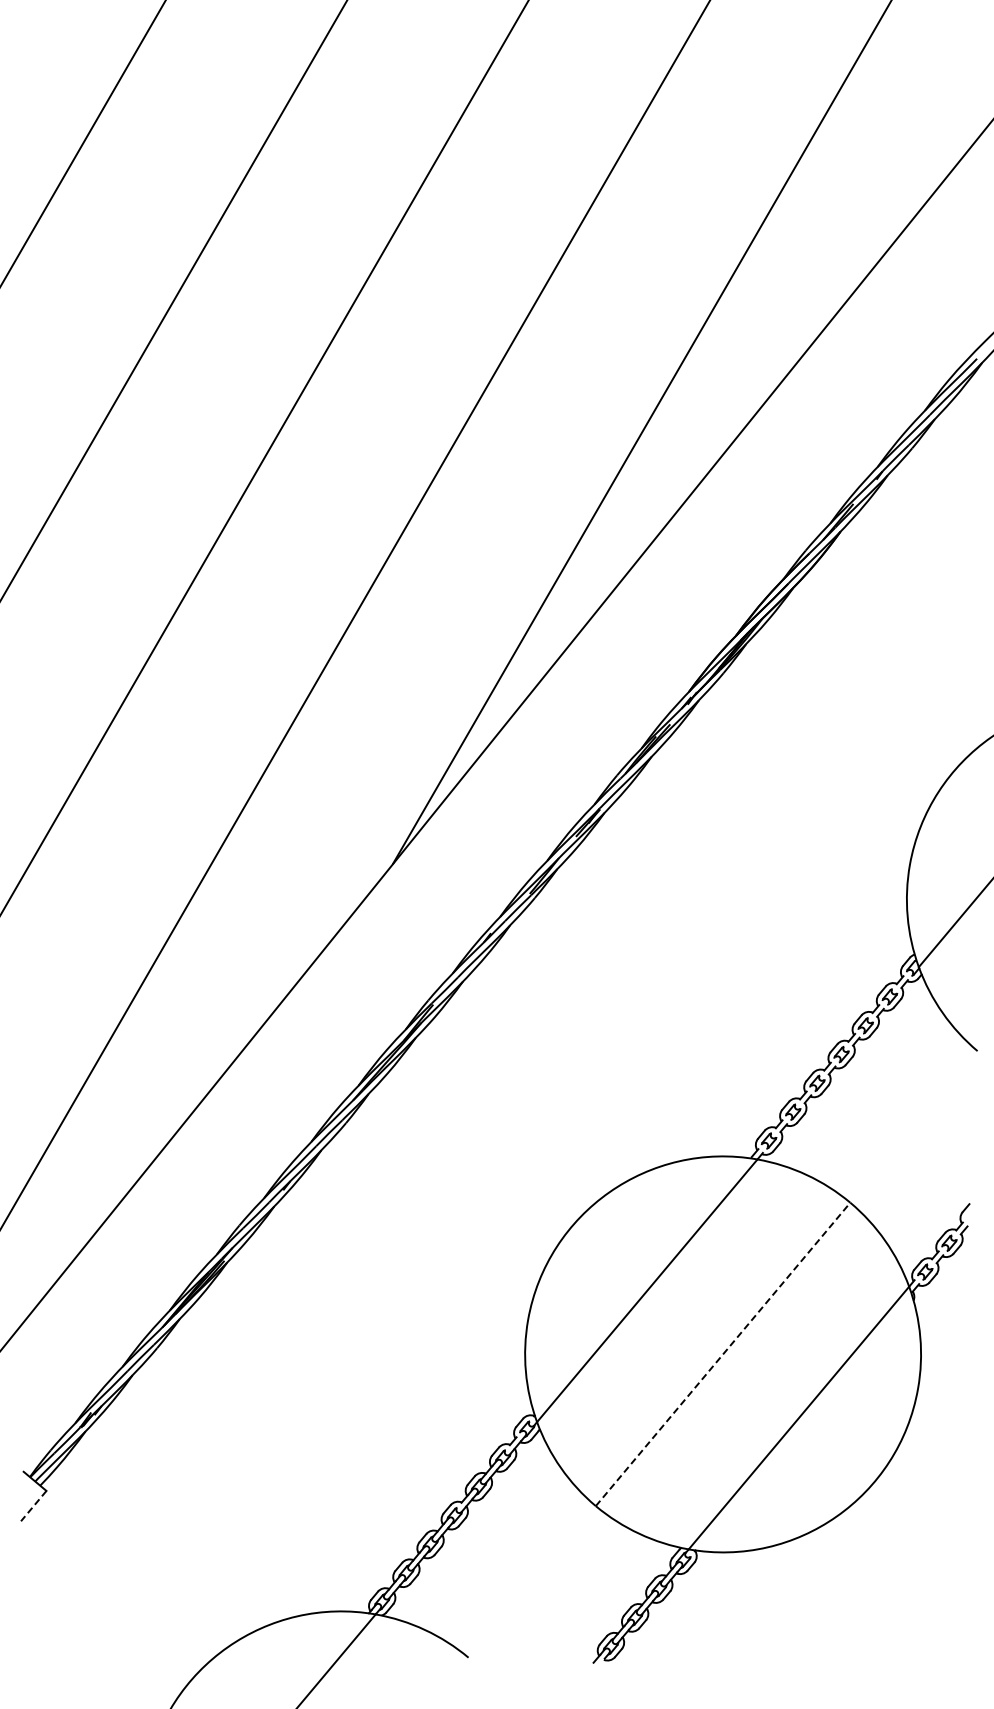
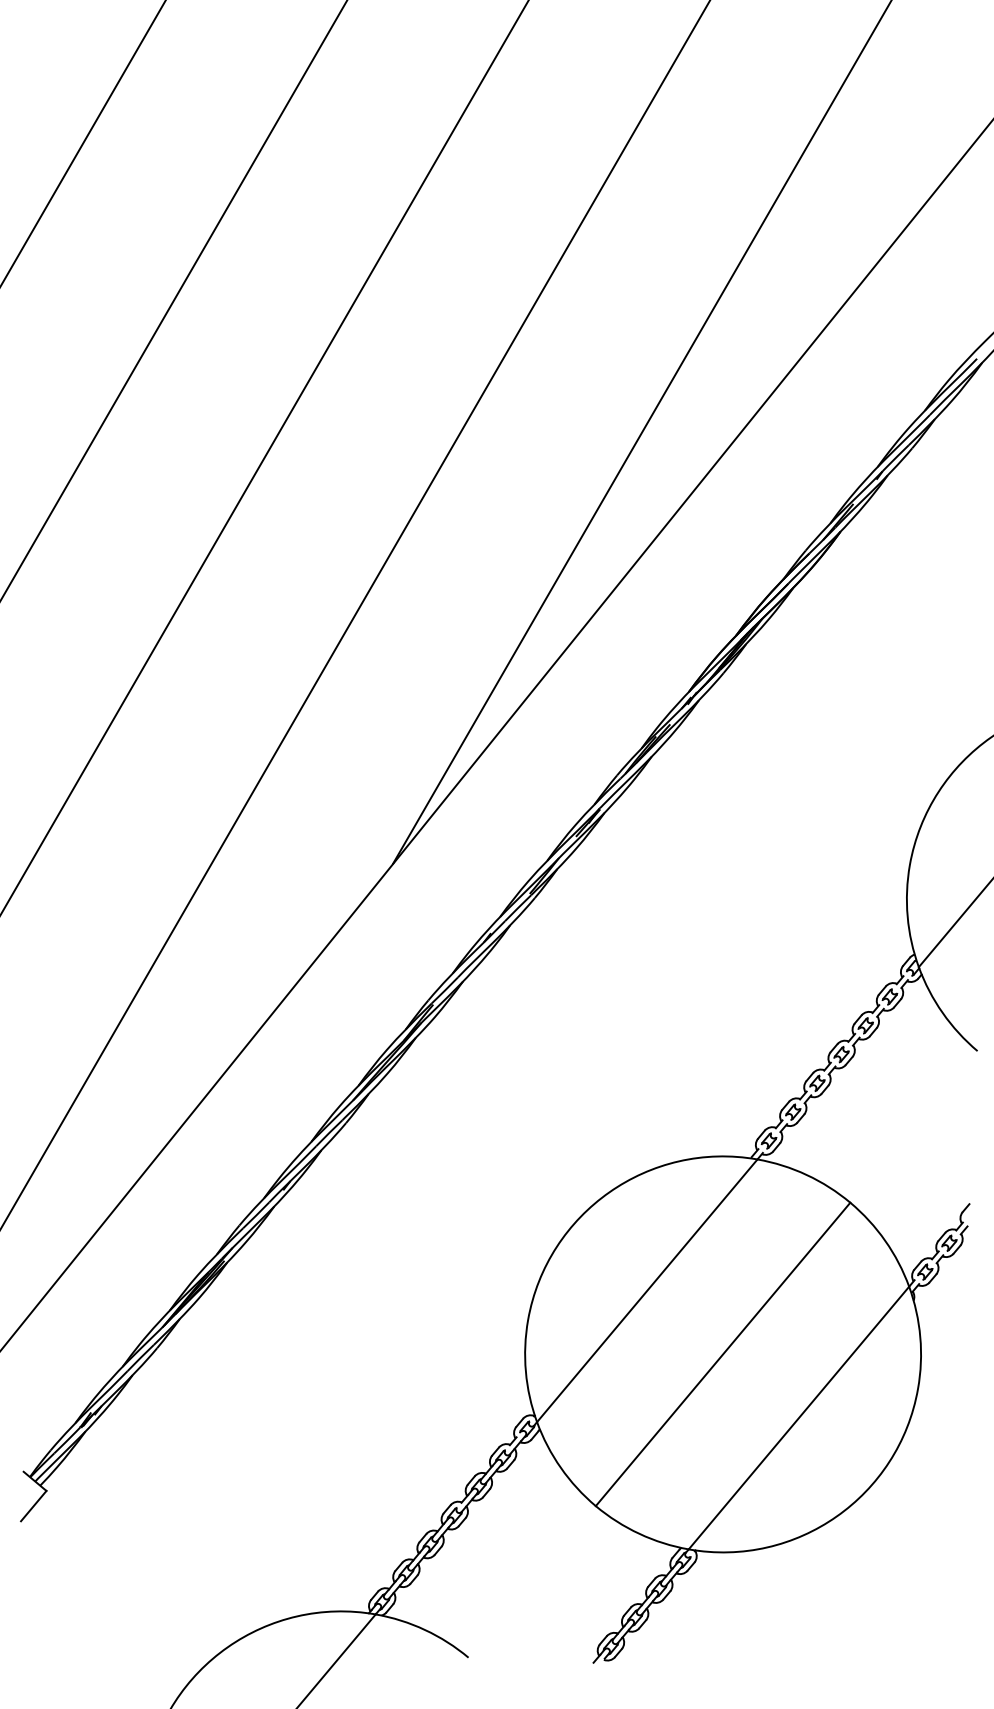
line at (723, 1354): dashed -> solid
line at (33, 1506): dashed -> solid
